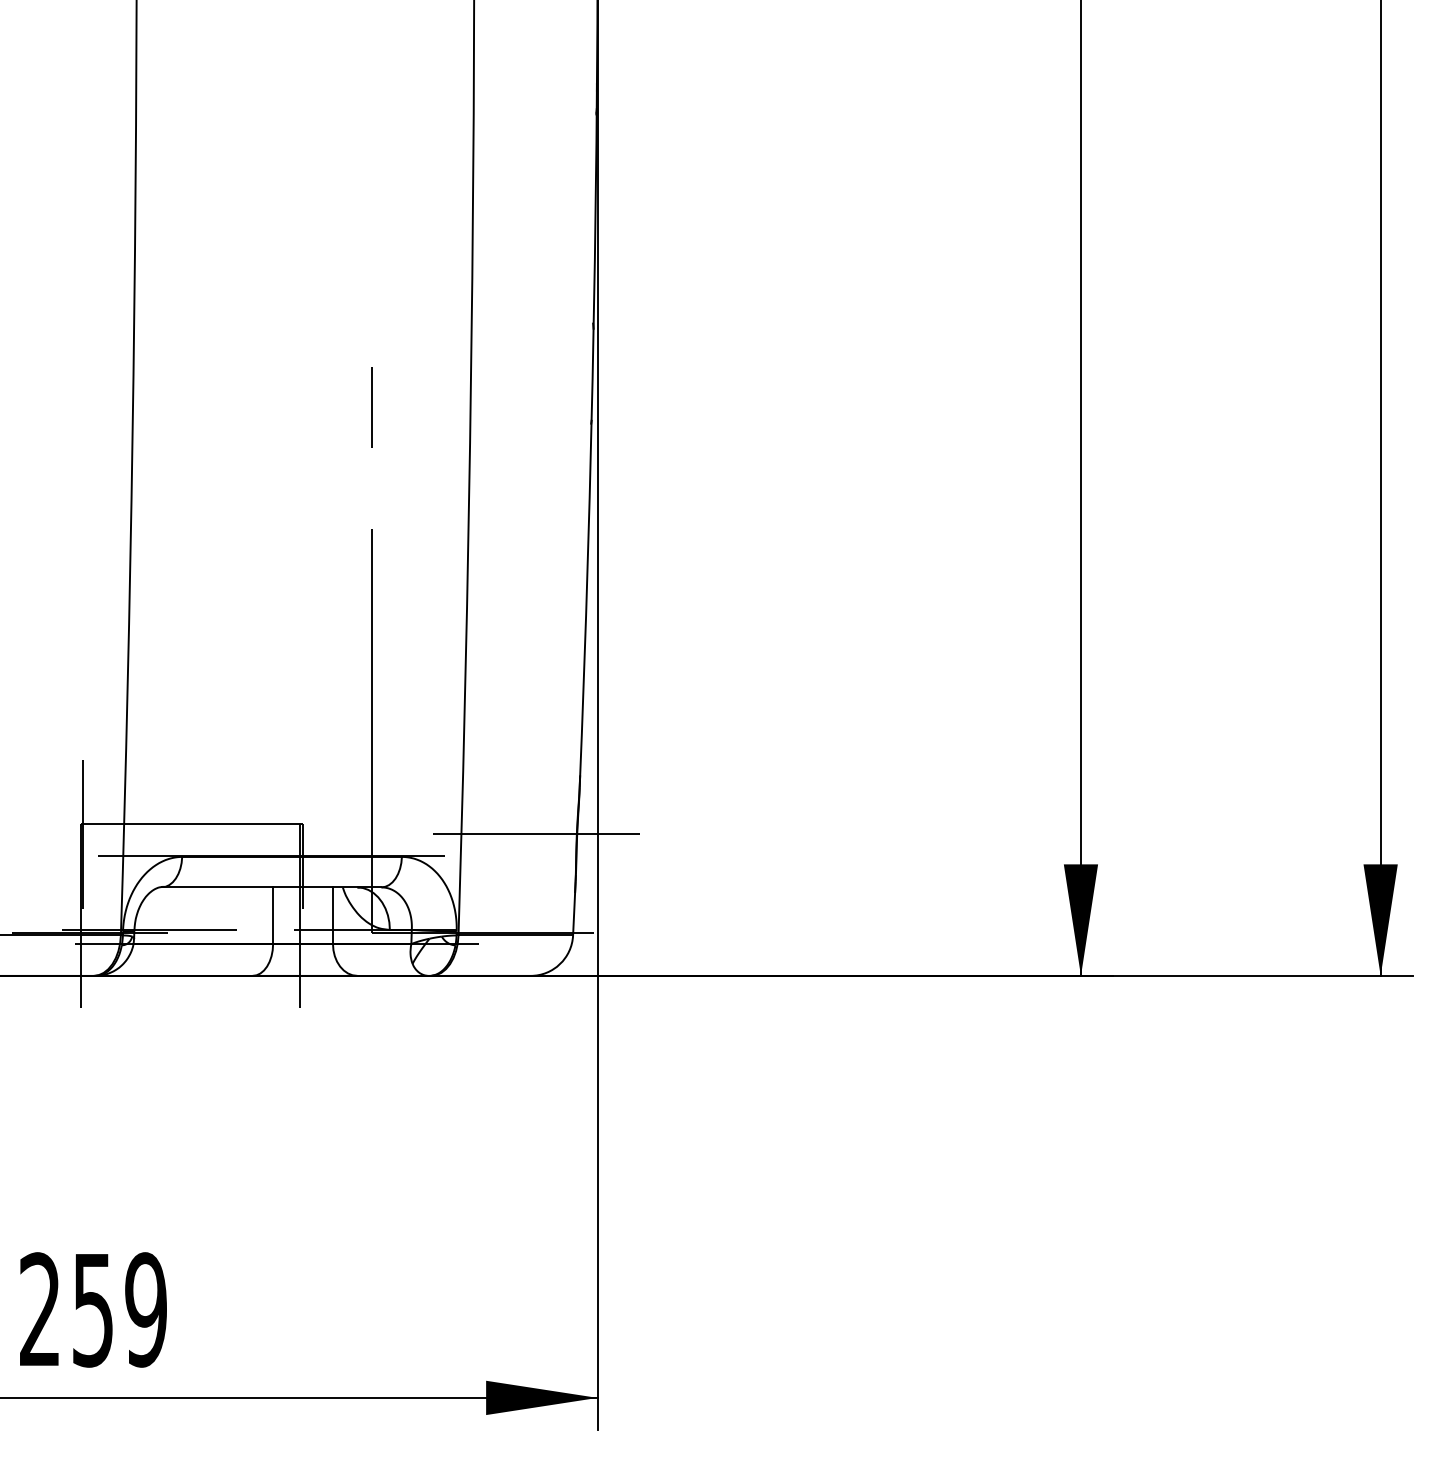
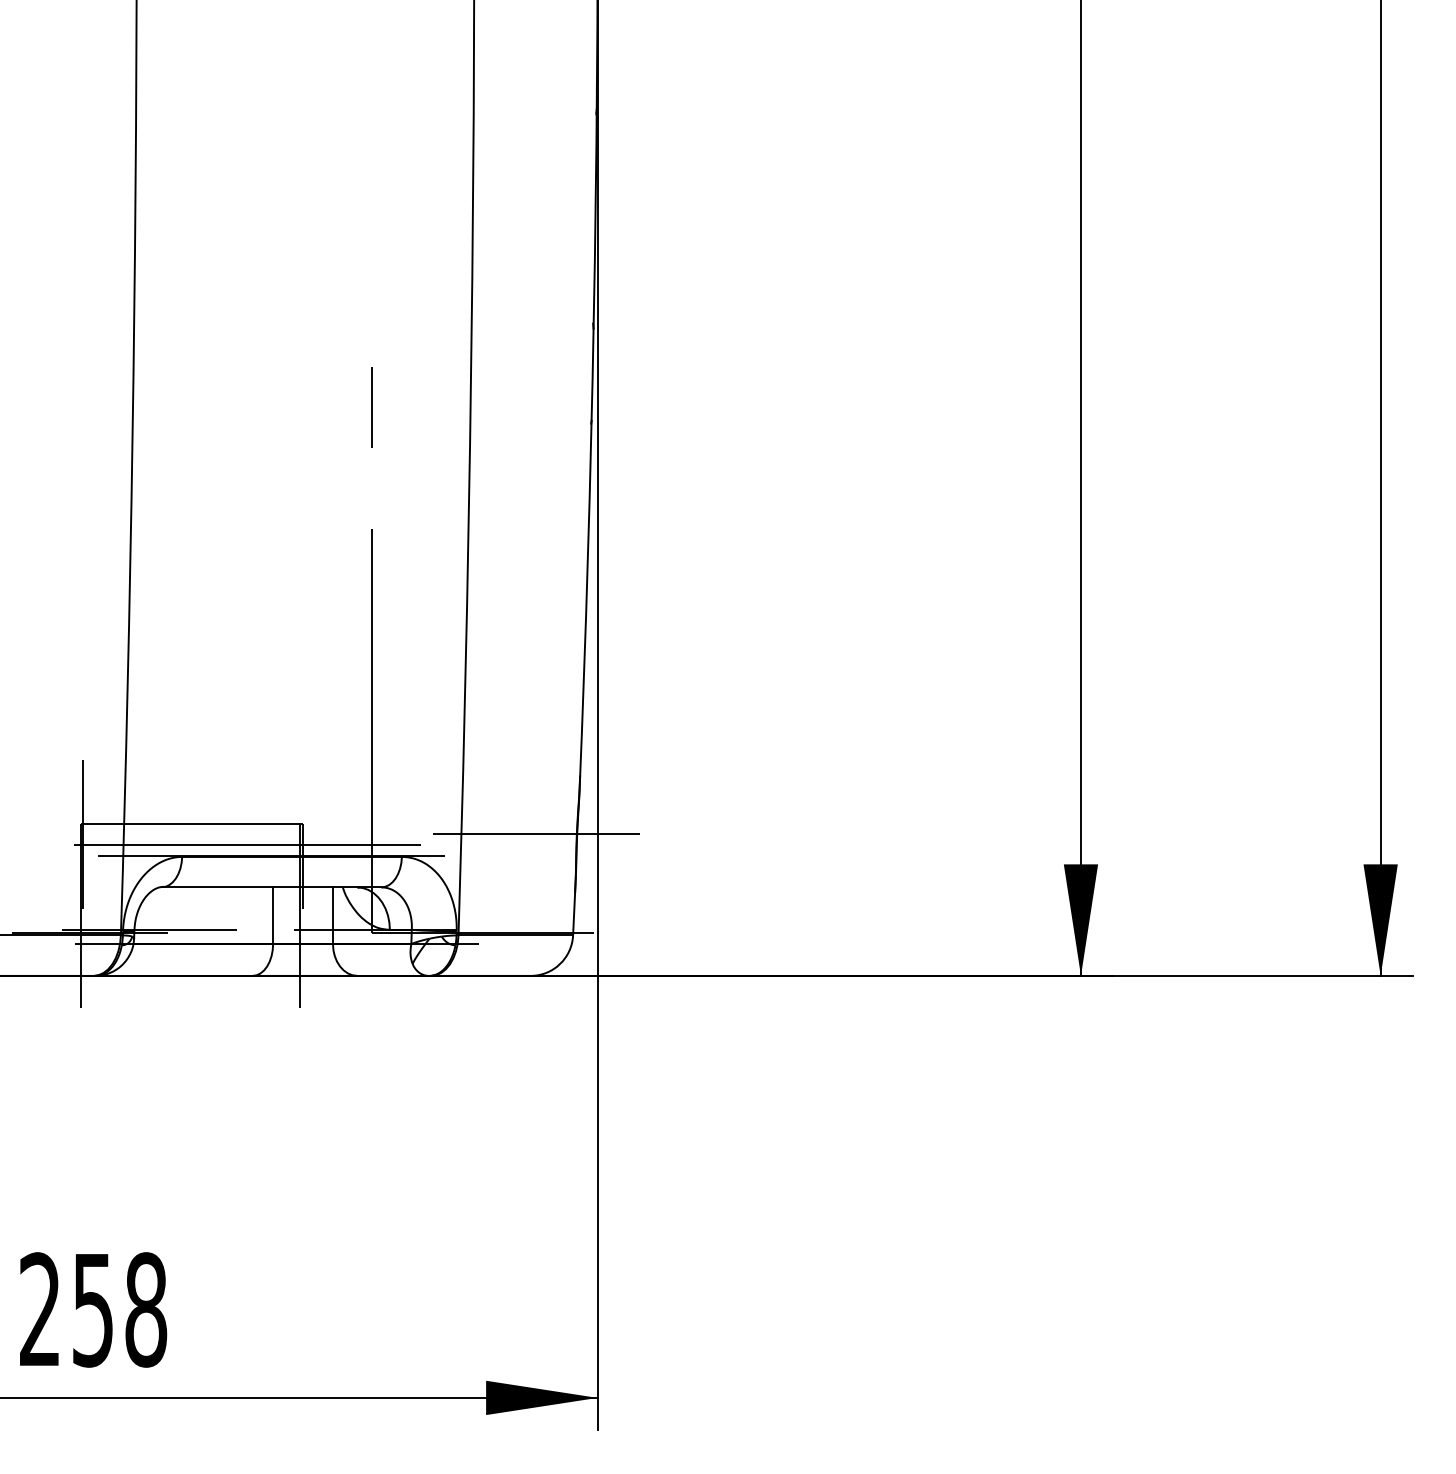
line at (247, 844): none -> present
text at (146, 1309): 259 -> 258
